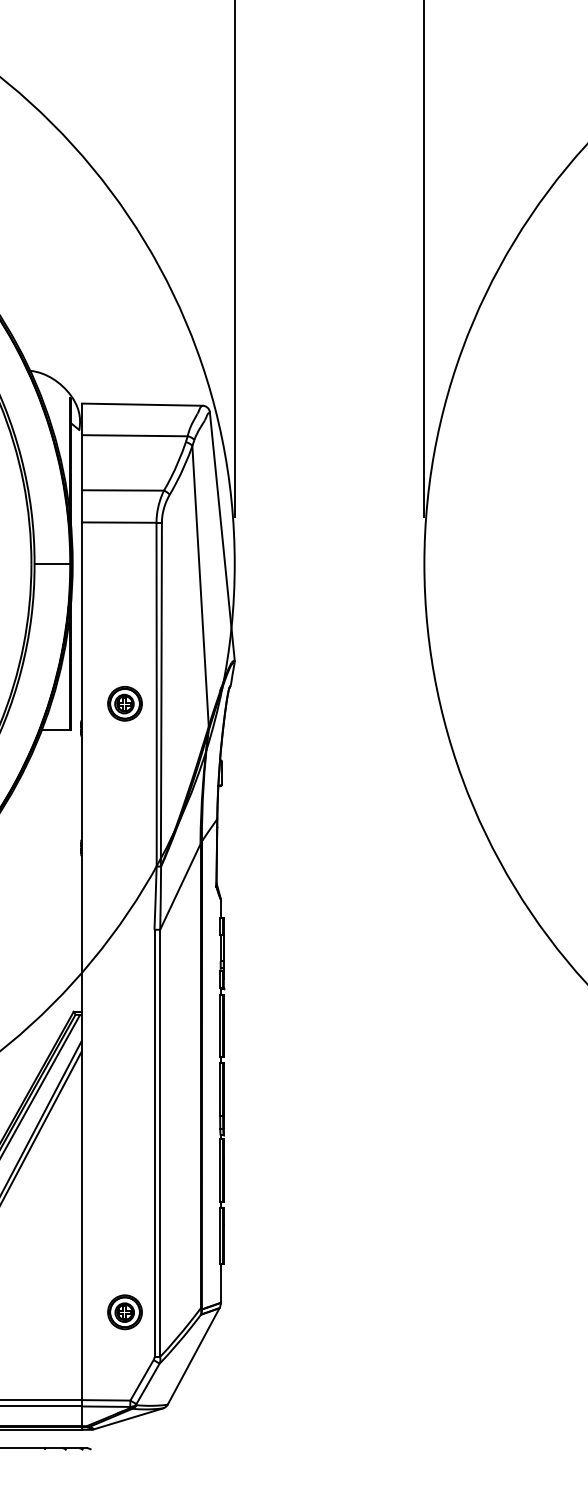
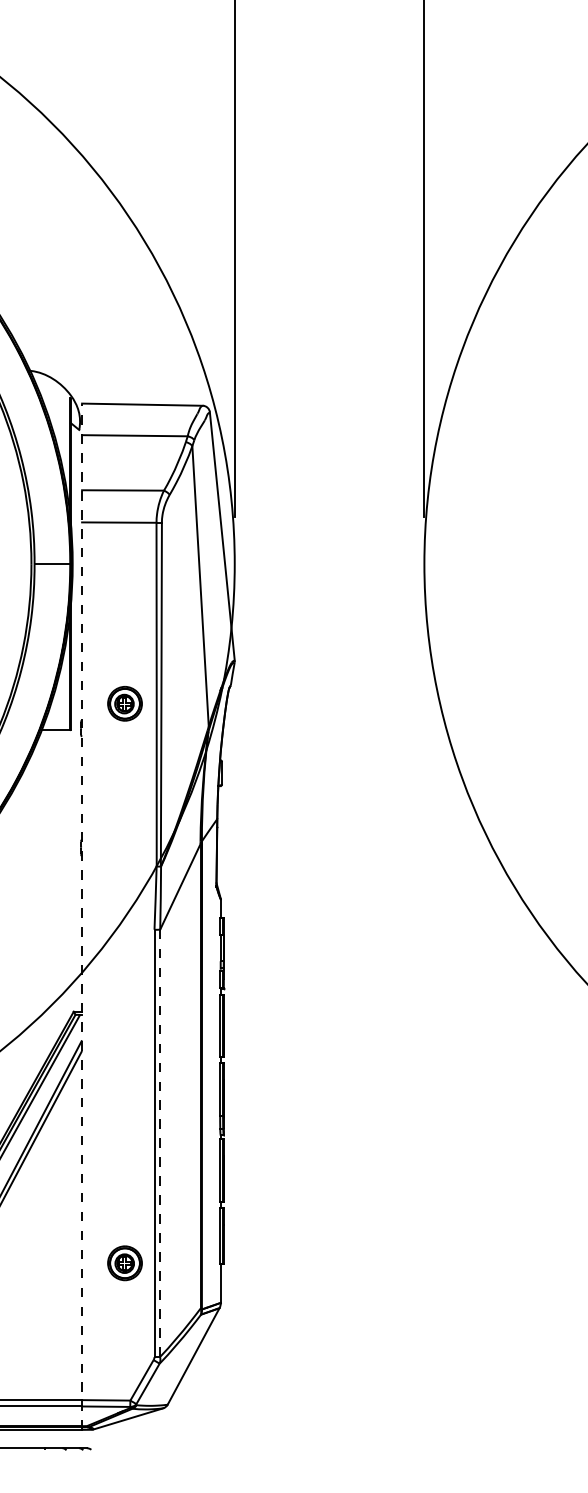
line at (82, 916): solid -> dashed
line at (160, 1143): solid -> dashed
part at (124, 1312) position: (124, 1312) -> (124, 1263)
